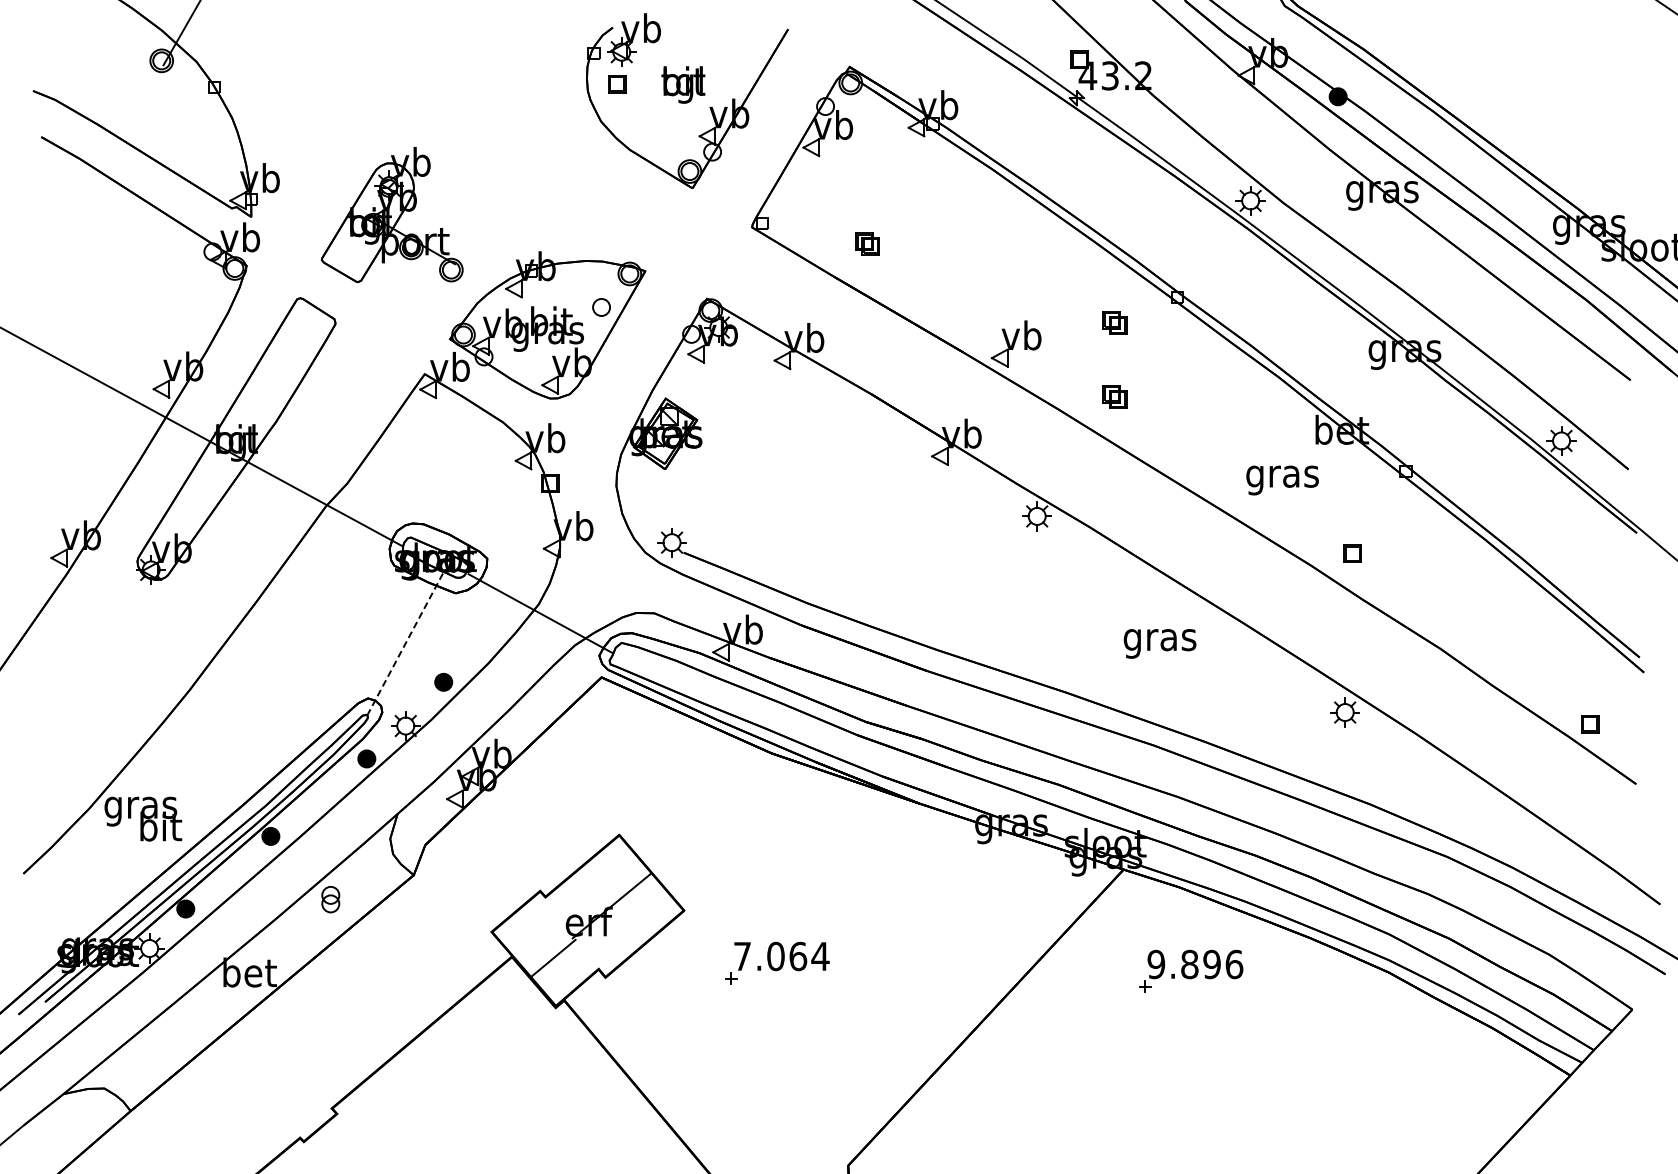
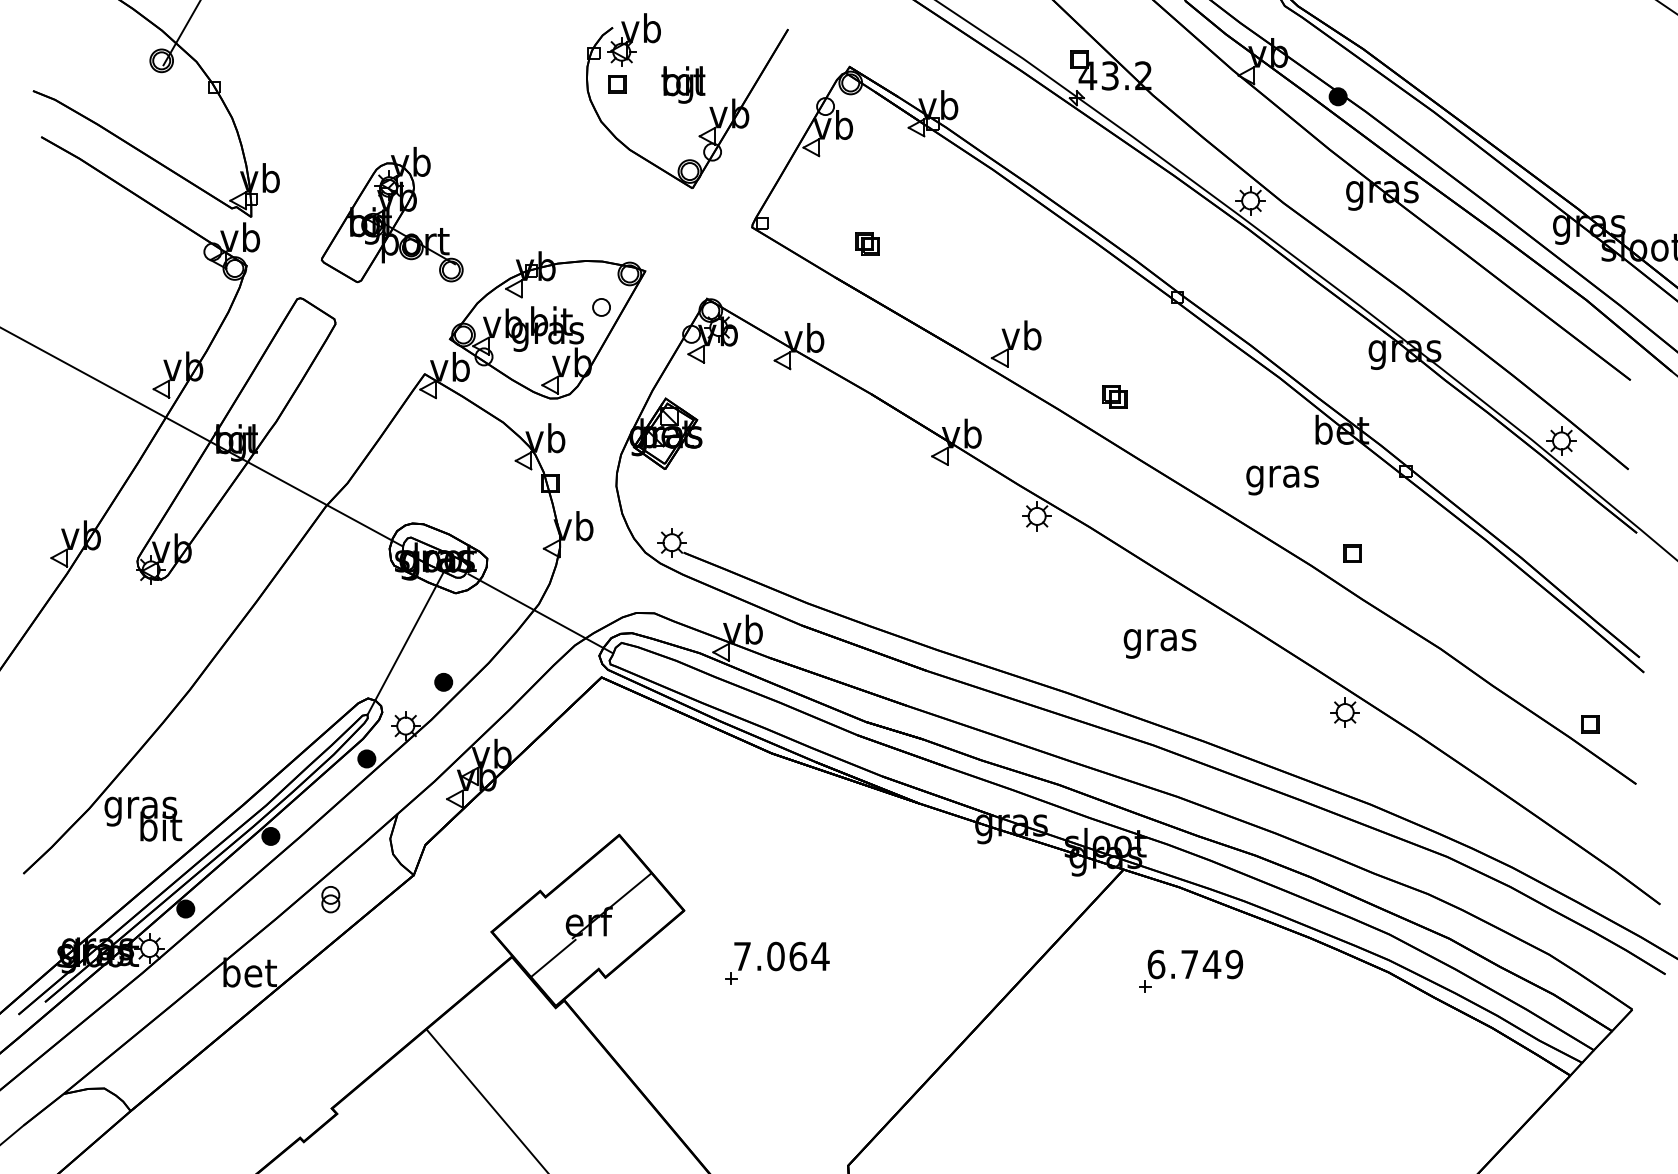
part at (1114, 322): present -> none
line at (405, 643): dashed -> solid
text at (1195, 964): 9.896 -> 6.749
line at (486, 1099): none -> present
